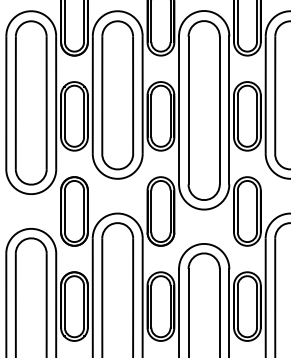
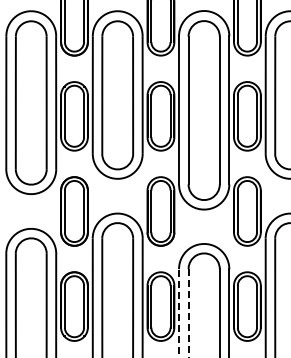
line at (179, 313): solid -> dashed
line at (188, 313): solid -> dashed
